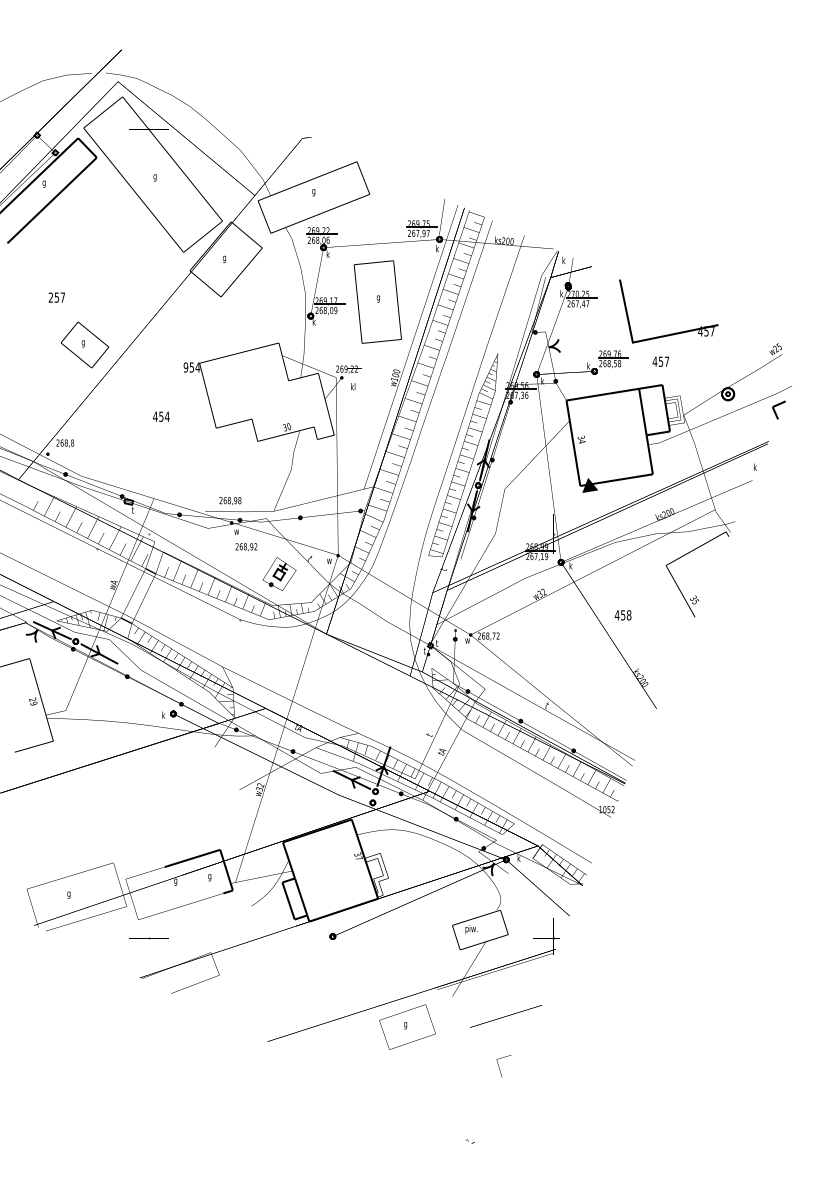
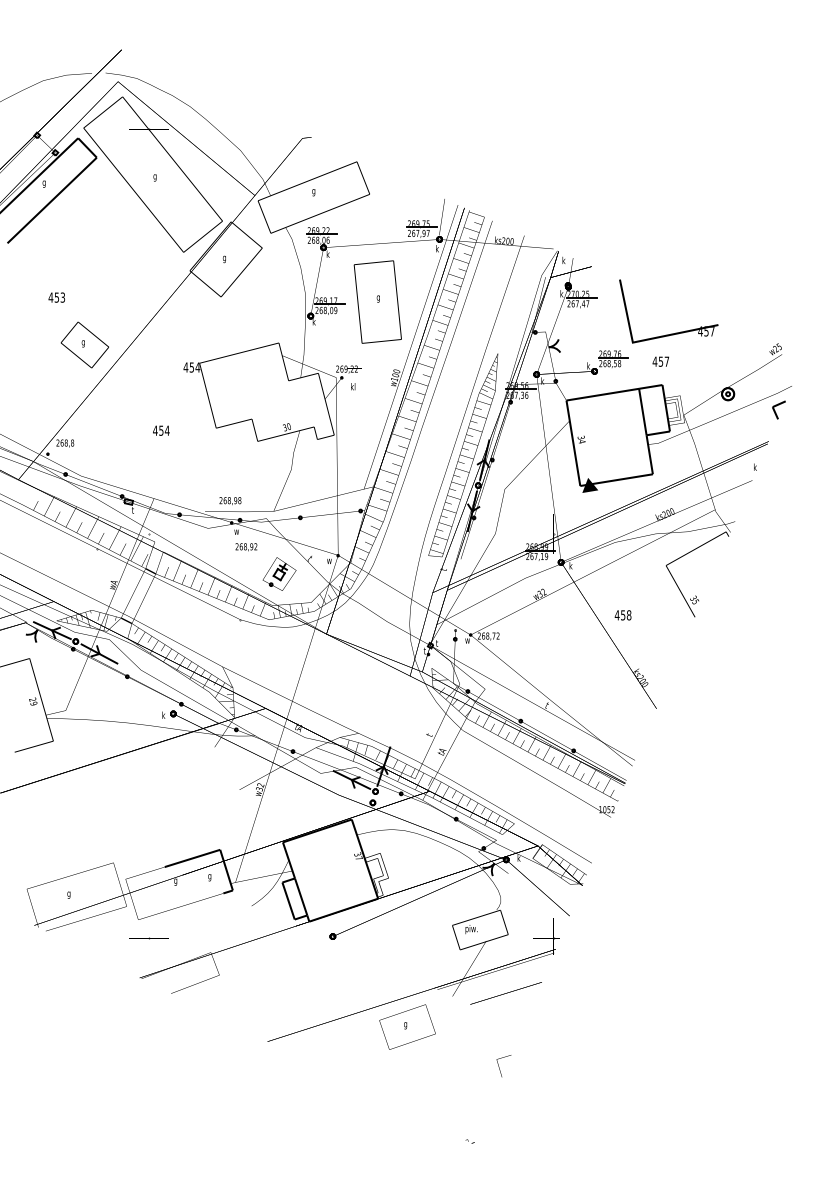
text at (56, 297): 257 -> 453
text at (185, 367): 954 -> 454
text at (161, 416) position: (161, 416) -> (161, 430)
part at (505, 1016) position: (505, 1016) -> (505, 993)
